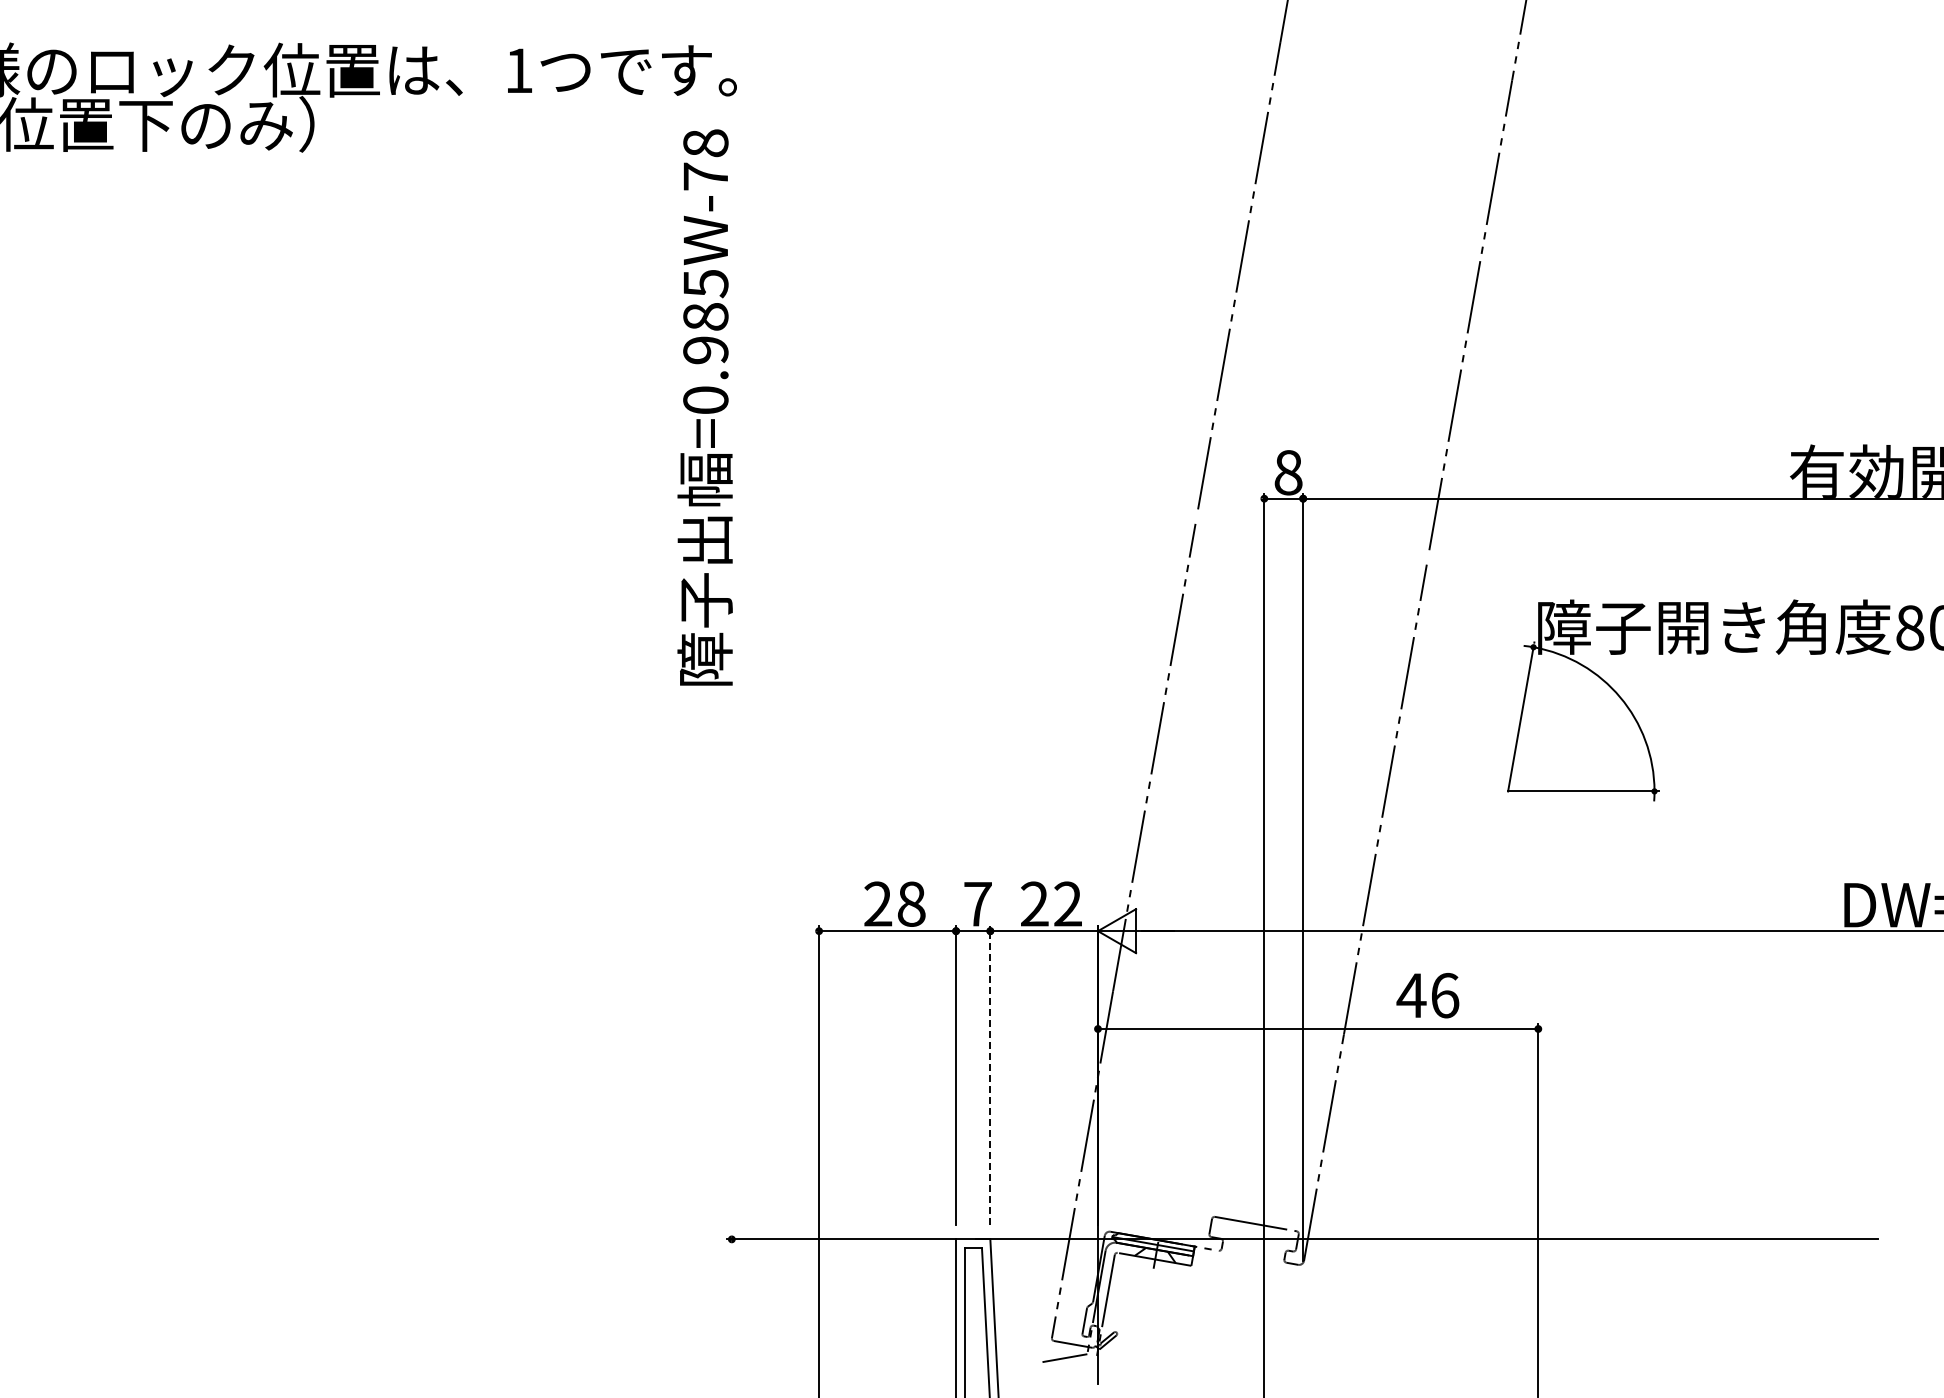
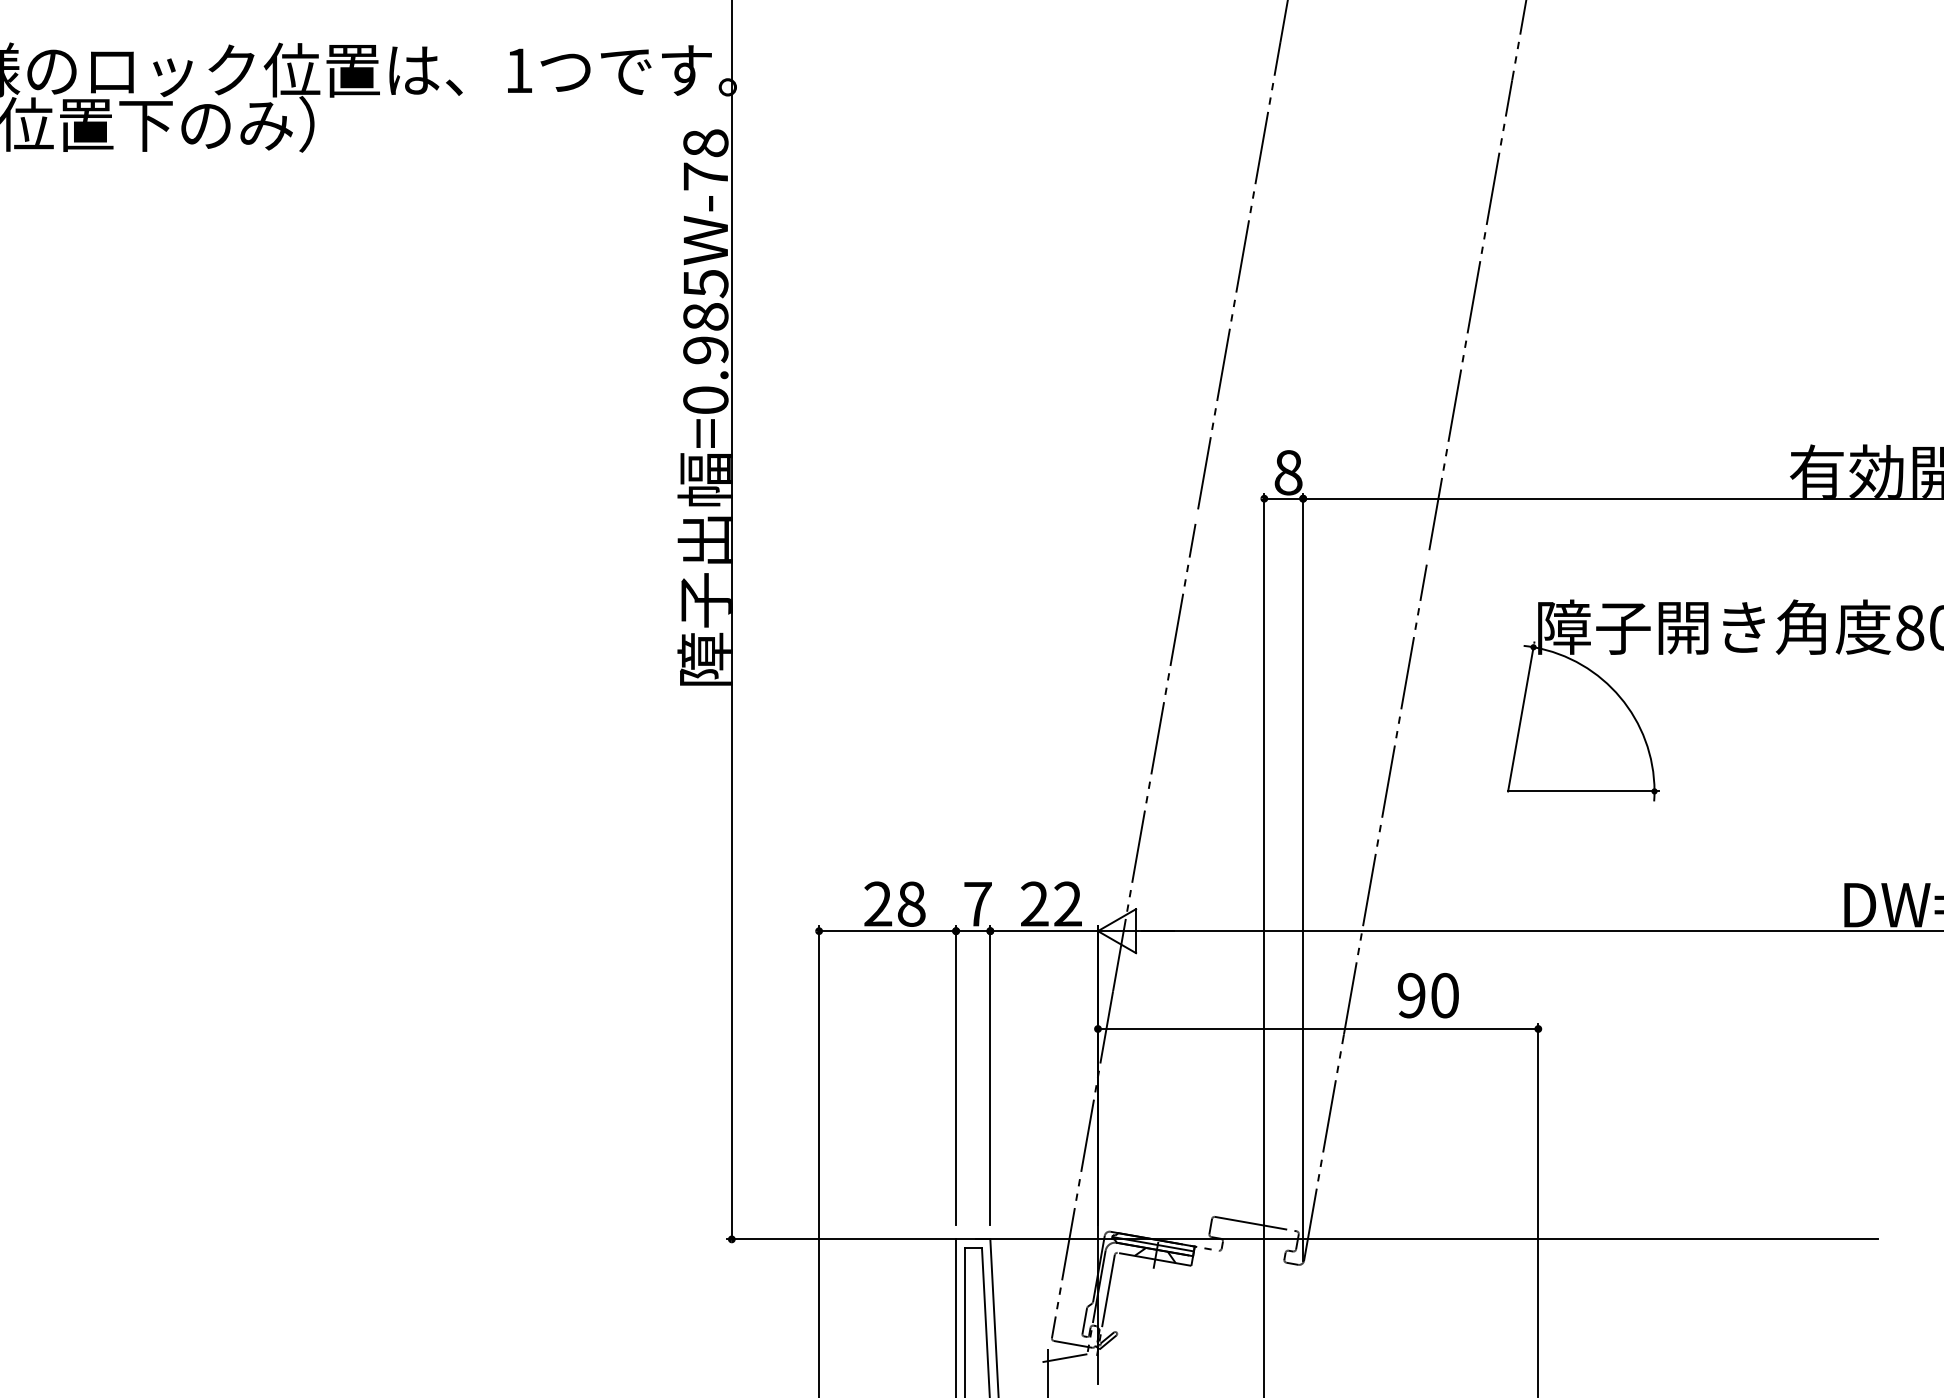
line at (731, 620): none -> present
text at (1427, 995): 46 -> 90
line at (990, 1074): dashed -> solid
line at (1047, 1371): none -> present
